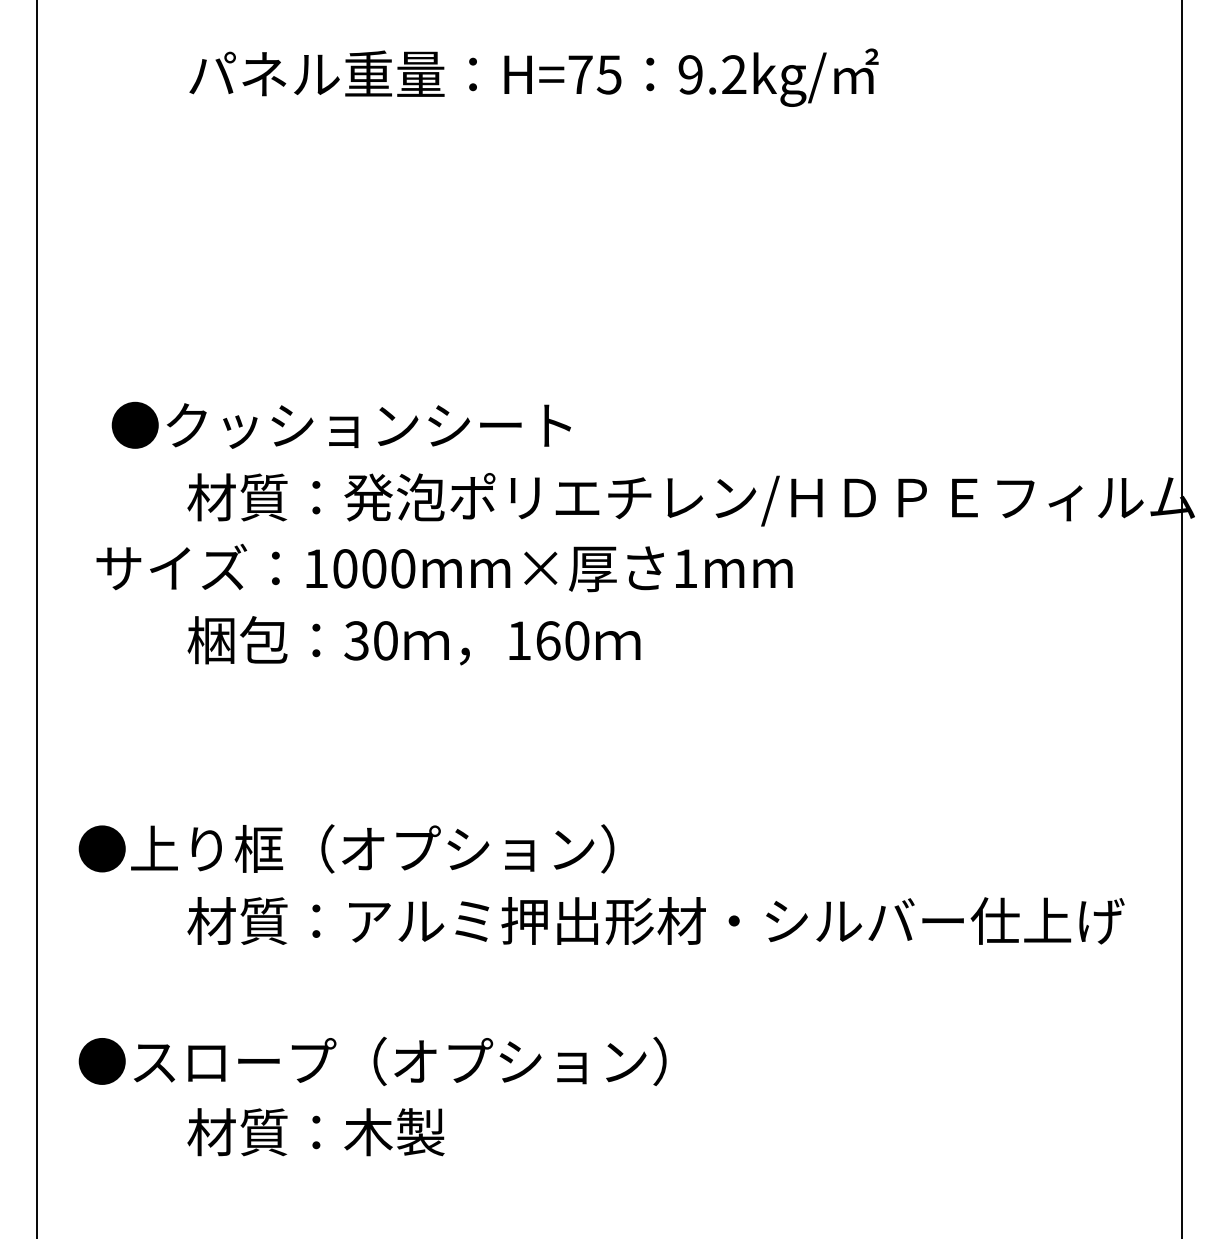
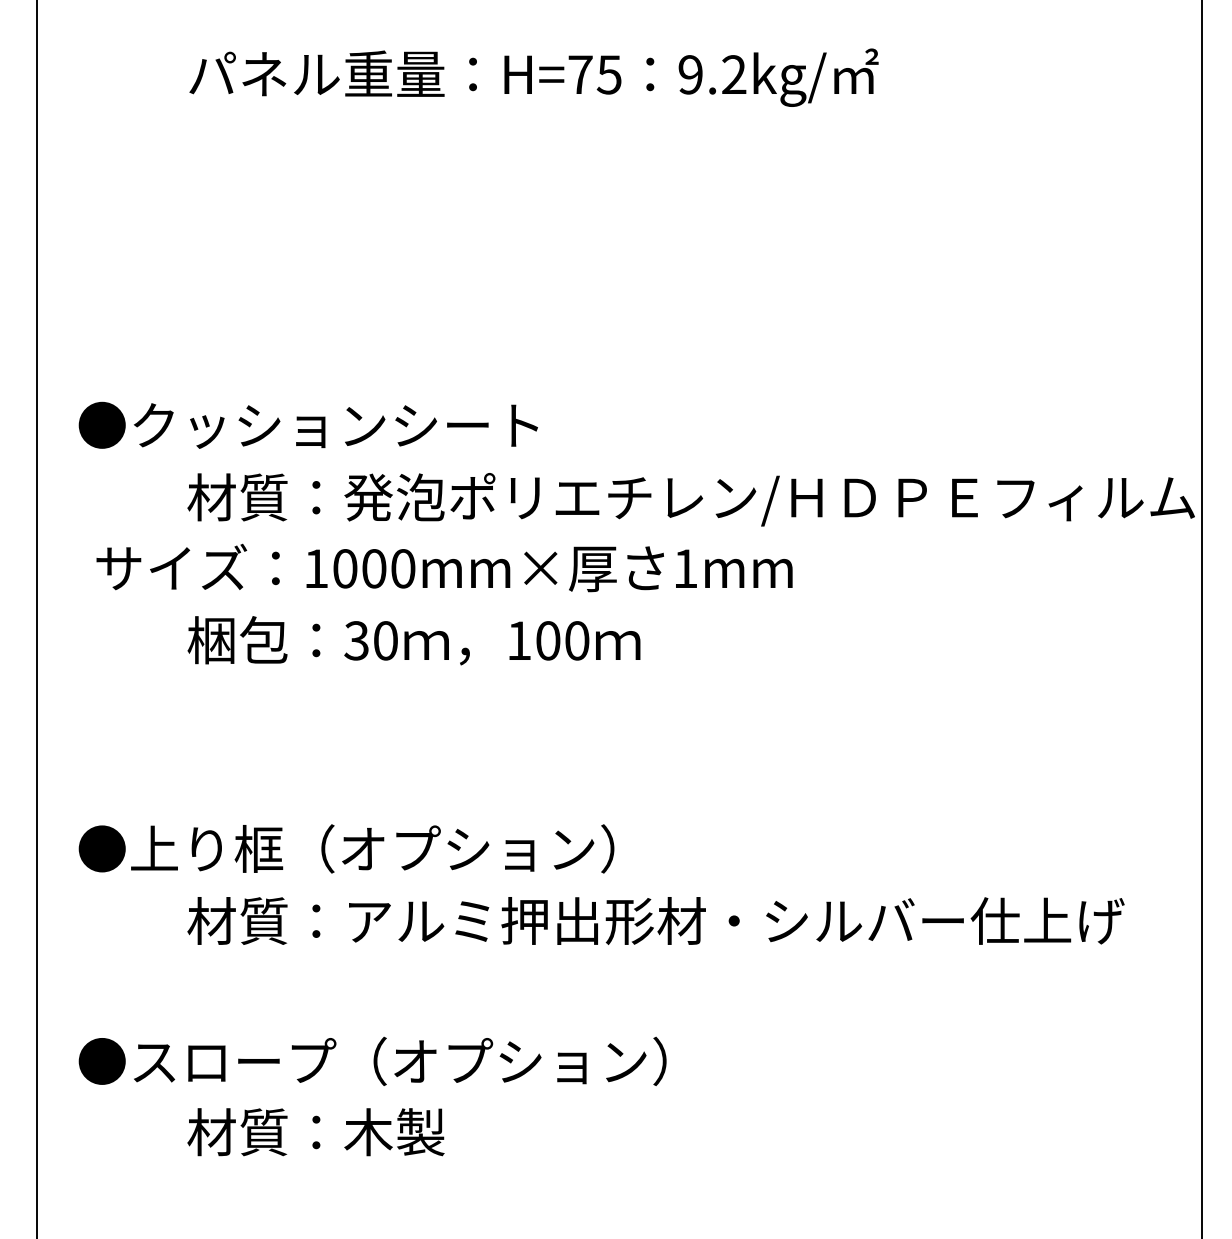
text at (340, 424) position: (340, 424) -> (307, 424)
line at (1181, 618) position: (1181, 618) -> (1201, 618)
text at (548, 640): 160 -> 100
